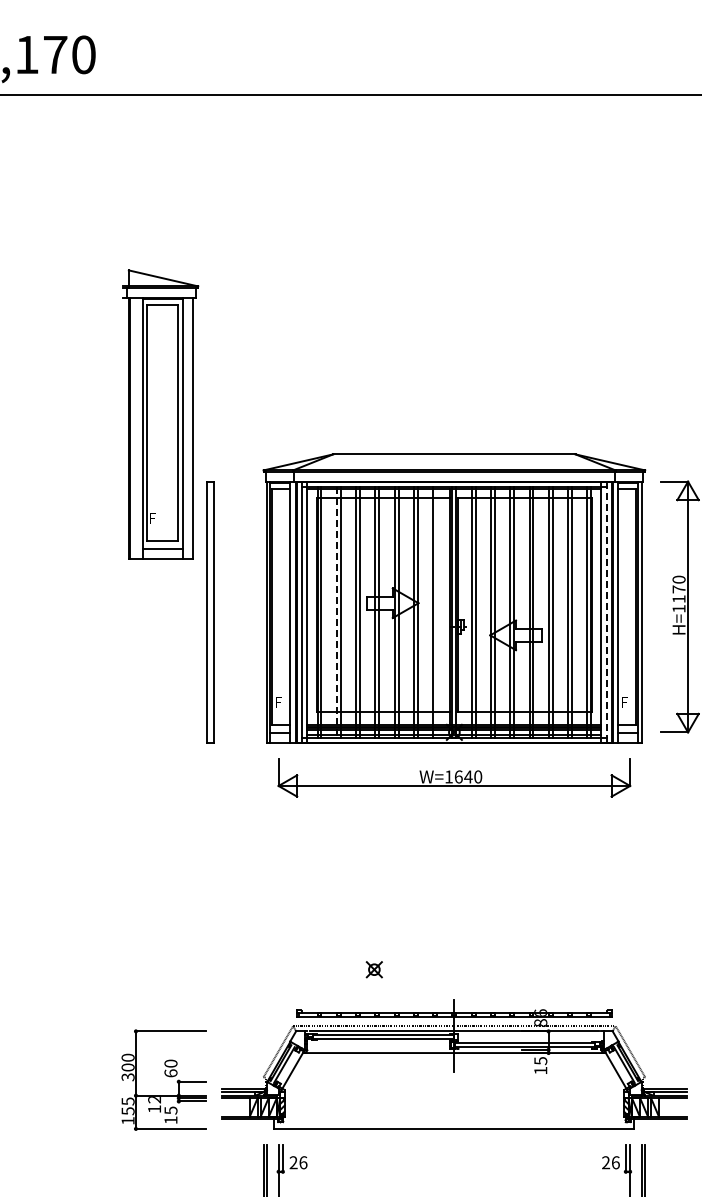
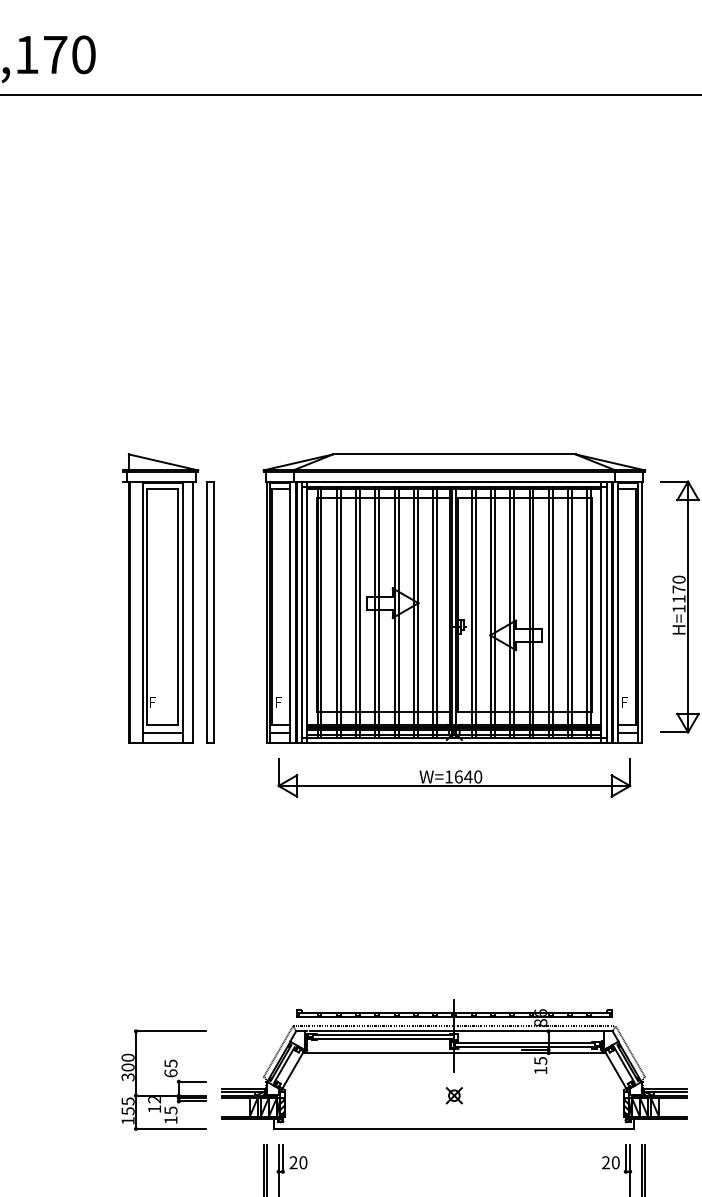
part at (160, 414) position: (160, 414) -> (160, 598)
line at (336, 612): dashed -> solid
line at (437, 612): none -> present
line at (606, 612): dashed -> solid
part at (373, 969) position: (373, 969) -> (453, 1095)
text at (170, 1063): 60 -> 65
text at (303, 1162): 26 -> 20
text at (615, 1162): 26 -> 20
